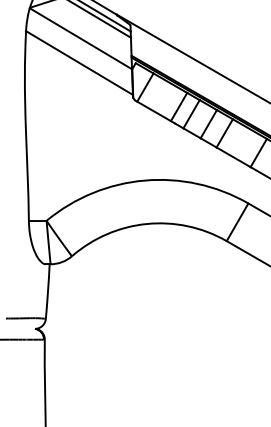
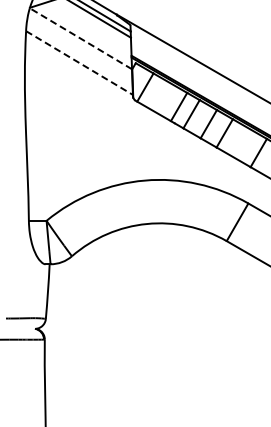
line at (80, 38): solid -> dashed
line at (79, 63): solid -> dashed
